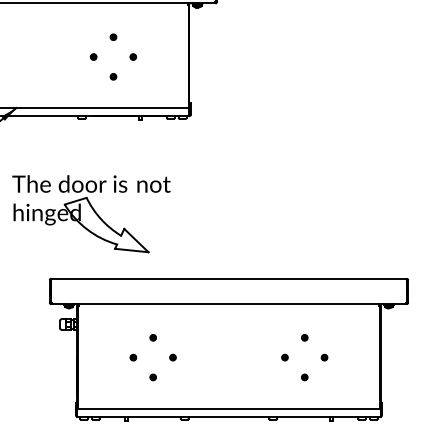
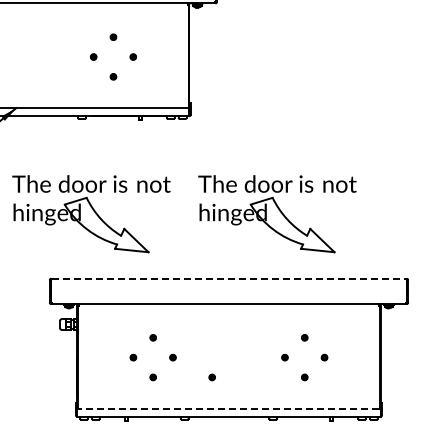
part at (277, 214): none -> present
line at (229, 278): solid -> dashed
part at (211, 377): none -> present
line at (228, 408): solid -> dashed
